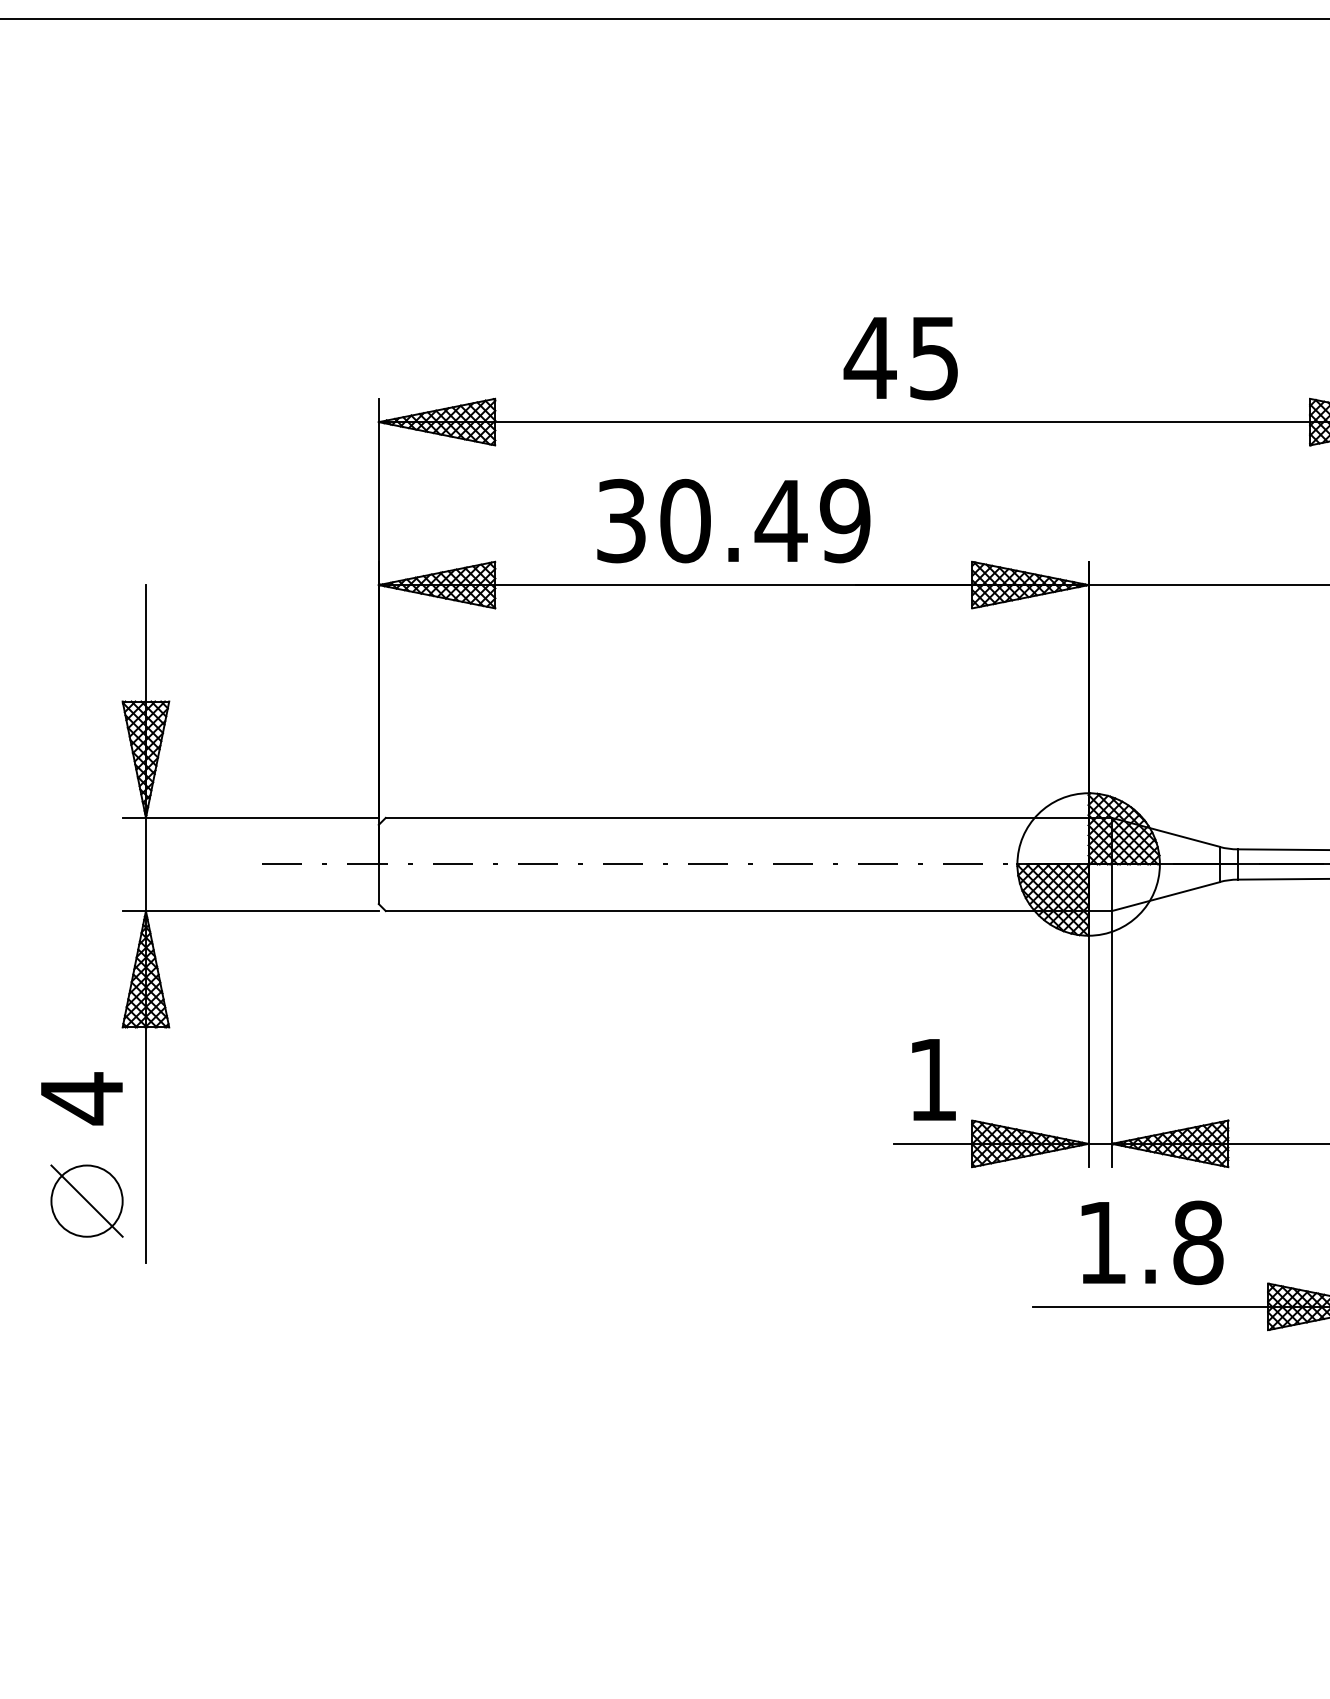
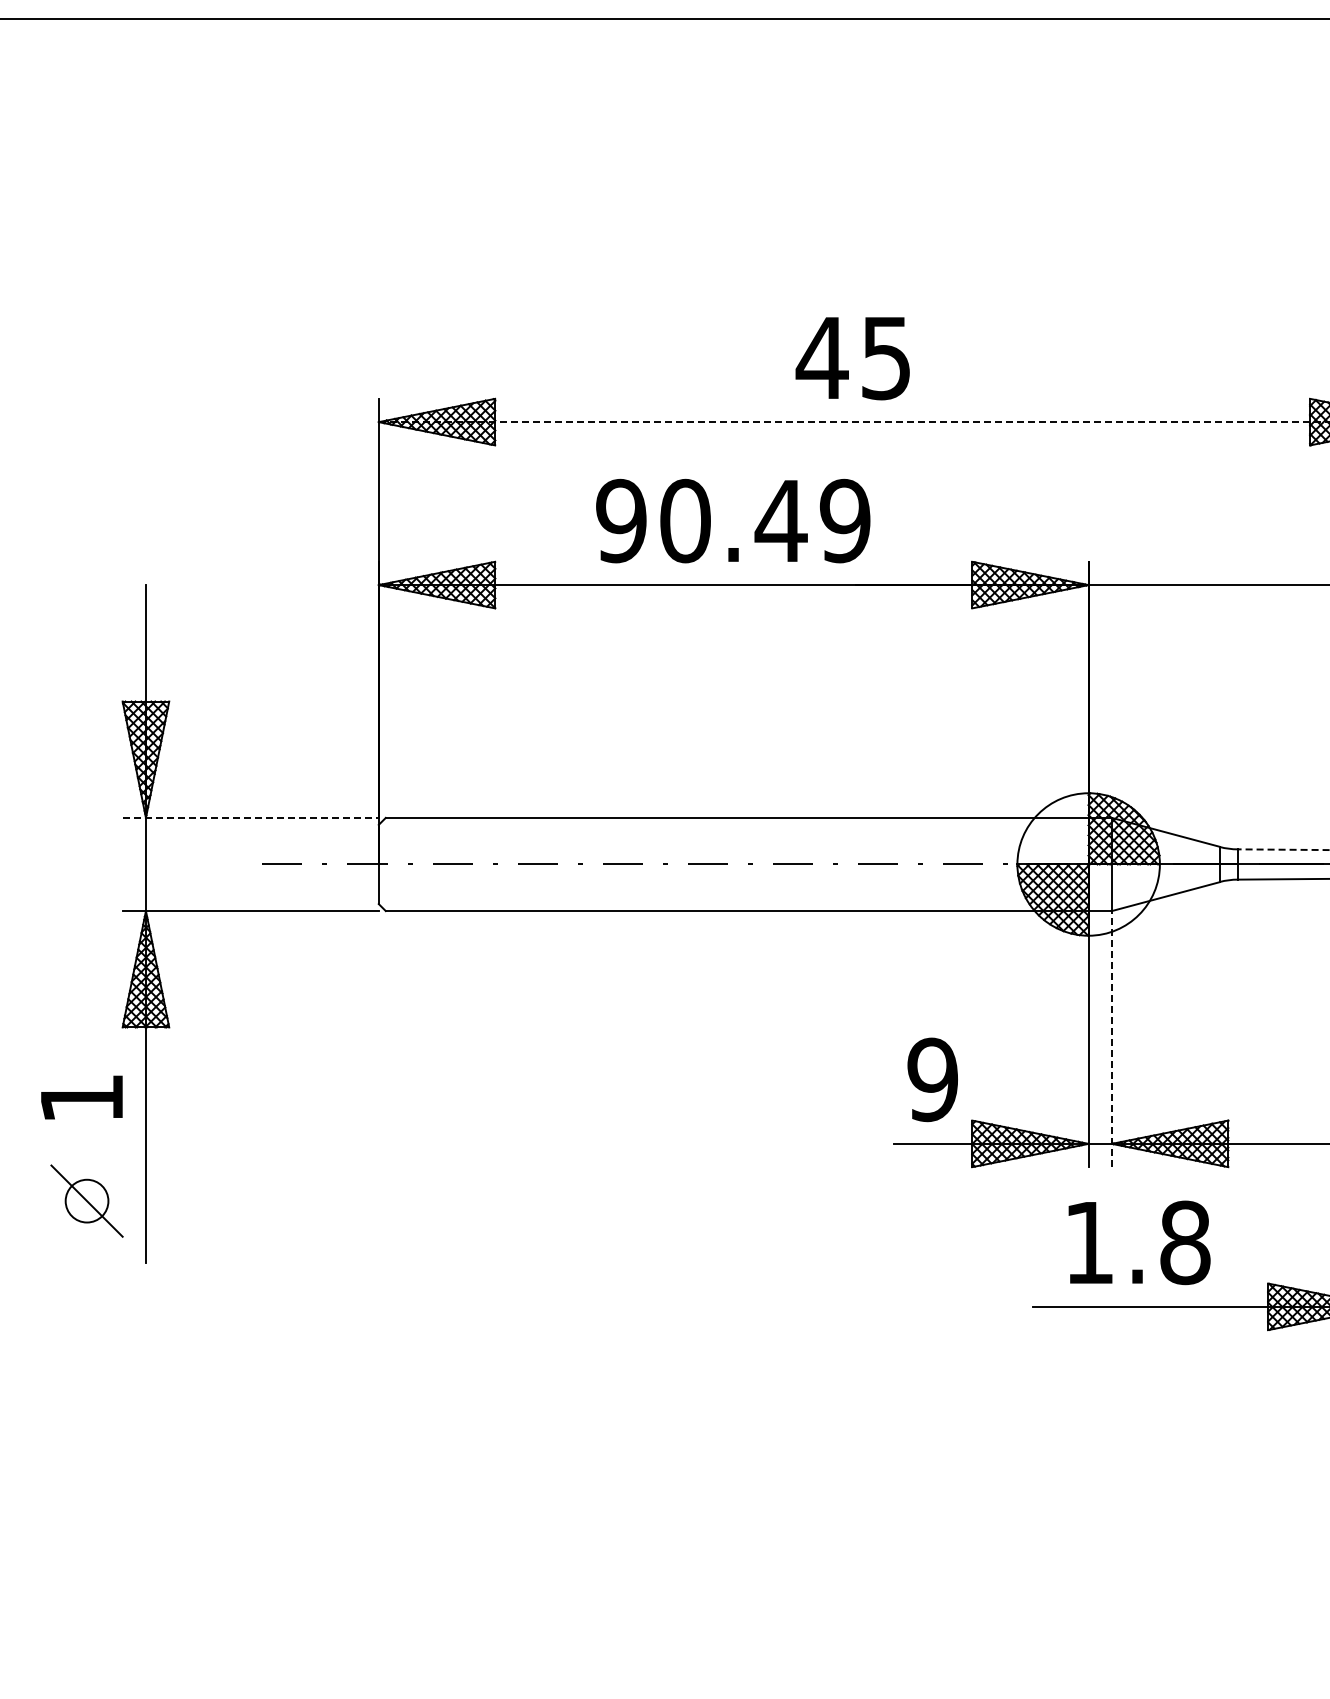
text at (900, 358) position: (900, 358) -> (852, 358)
line at (854, 422): solid -> dashed
text at (621, 521): 30.49 -> 90.49
line at (251, 817): solid -> dashed
line at (1283, 849): solid -> dashed
line at (1111, 1038): solid -> dashed
text at (932, 1079): 1 -> 9
text at (81, 1098): 4 -> 1
circle at (86, 1200) diameter: 71 px -> 43 px
text at (1152, 1242) position: (1152, 1242) -> (1139, 1242)
